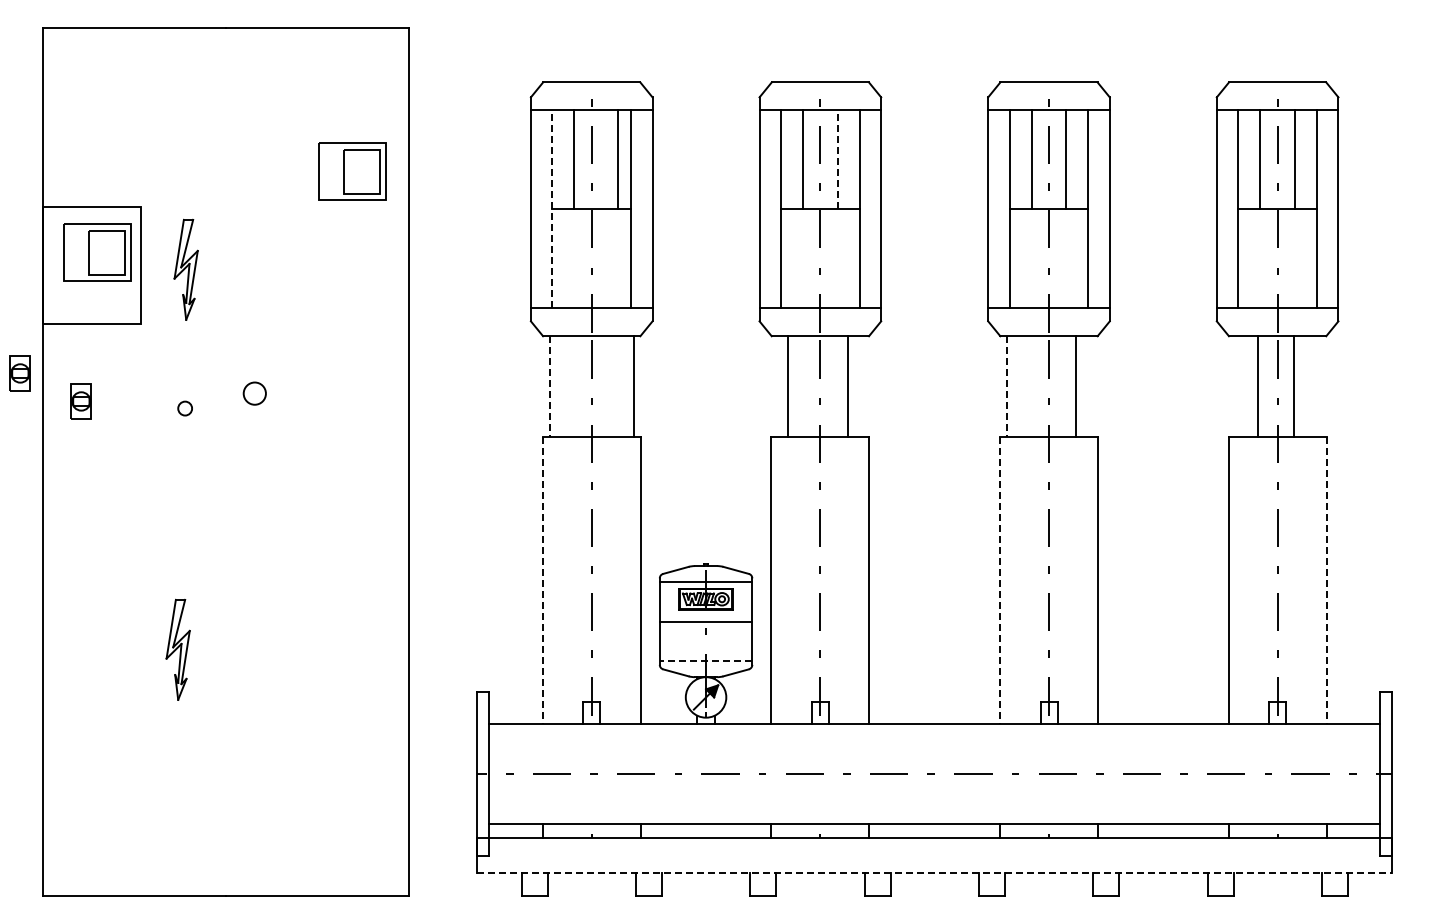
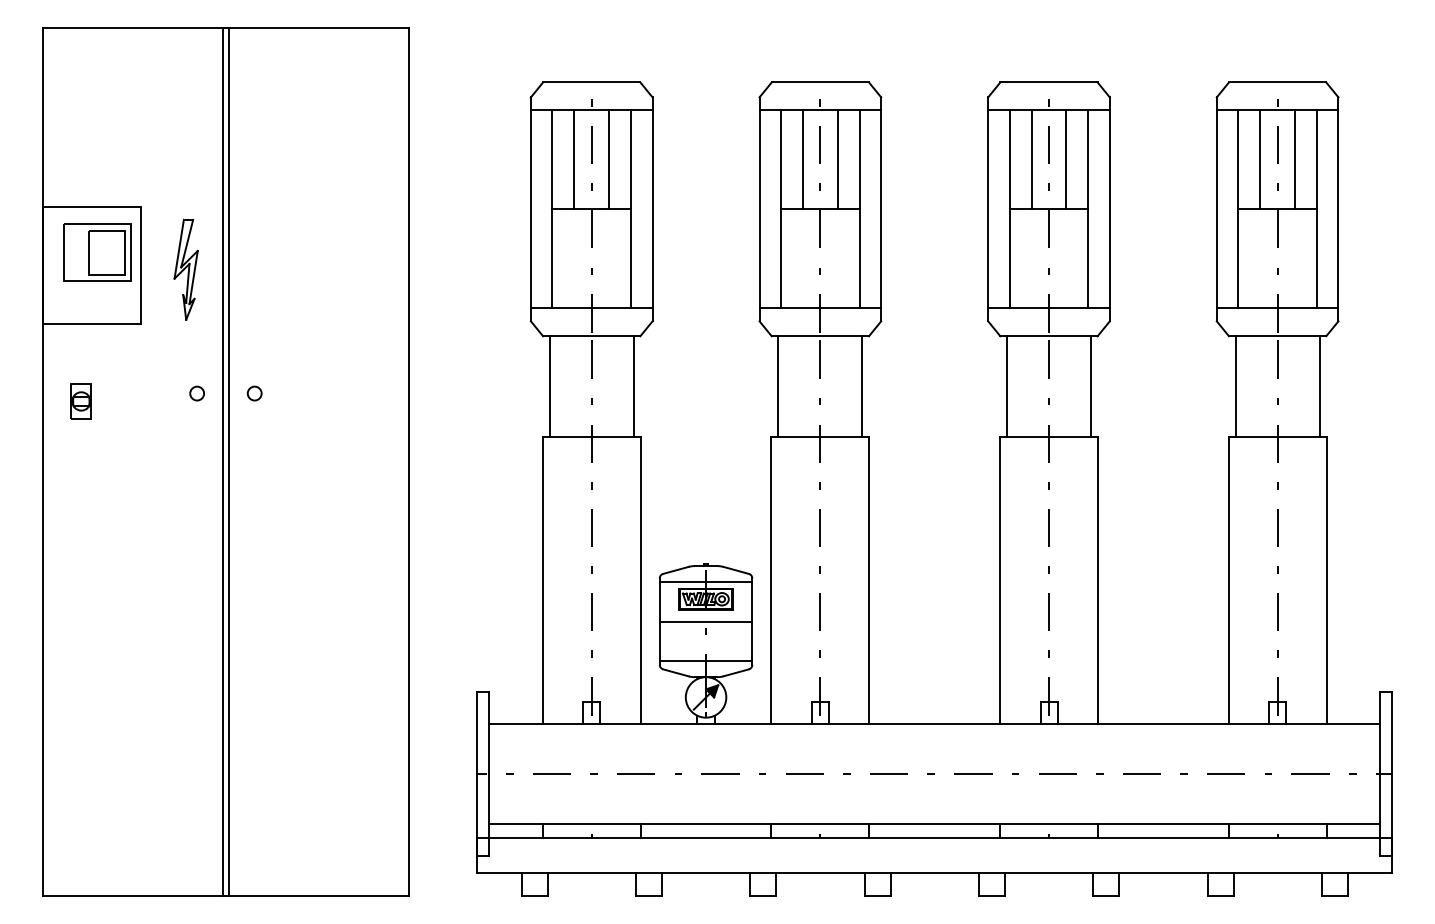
line at (618, 159) position: (618, 159) -> (609, 159)
line at (837, 159): dashed -> solid
part at (352, 171): present -> none
line at (552, 208): dashed -> solid
part at (19, 373): present -> none
line at (788, 386) position: (788, 386) -> (778, 386)
line at (848, 386) position: (848, 386) -> (862, 386)
line at (1076, 386) position: (1076, 386) -> (1091, 386)
line at (1257, 386) position: (1257, 386) -> (1235, 386)
line at (1293, 386) position: (1293, 386) -> (1319, 386)
line at (549, 387): dashed -> solid
line at (1007, 387): dashed -> solid
circle at (254, 393) size: 25x25 px -> 17x17 px
circle at (184, 408) position: (184, 408) -> (196, 393)
line at (222, 461): none -> present
line at (229, 461): none -> present
line at (542, 580): dashed -> solid
line at (1000, 580): dashed -> solid
line at (1326, 580): dashed -> solid
part at (177, 649): present -> none
line at (705, 660): dashed -> solid
line at (935, 872): dashed -> solid
